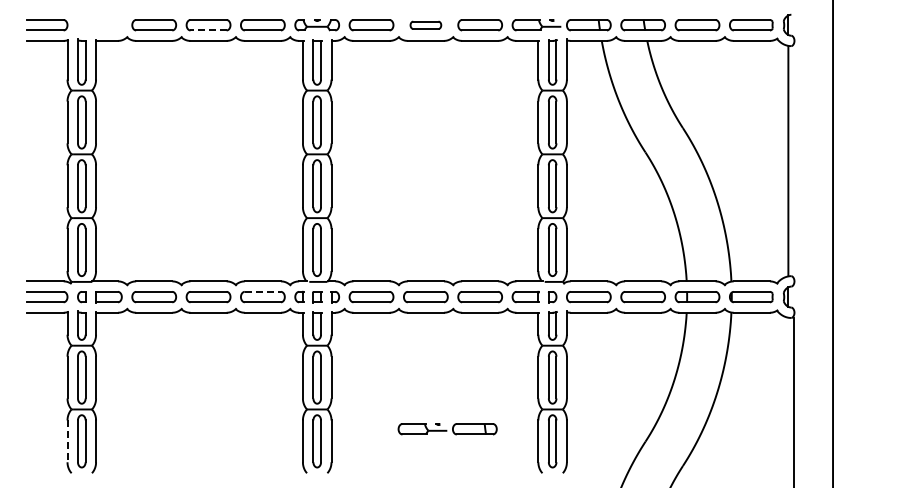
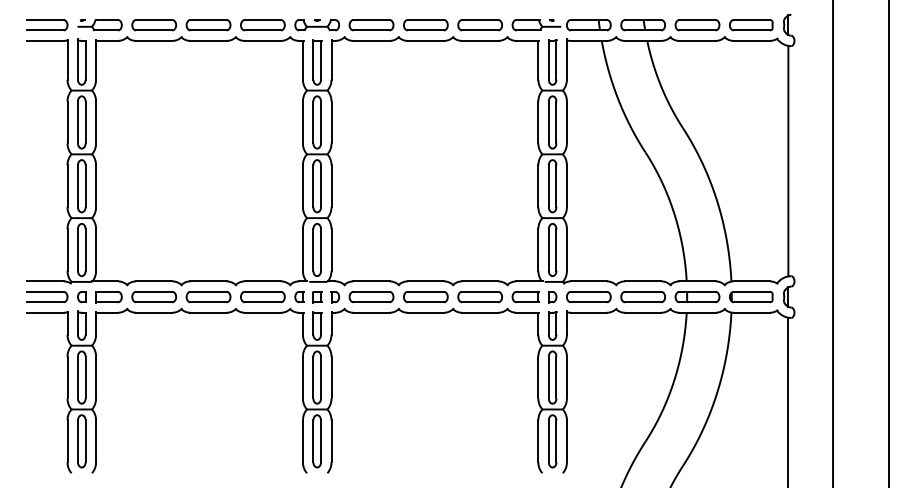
part at (425, 24) size: 34x10 px -> 46x13 px
part at (99, 25): none -> present
line at (208, 30): dashed -> solid
line at (888, 243): none -> present
line at (263, 291): dashed -> solid
line at (794, 400) position: (794, 400) -> (788, 400)
part at (447, 429): present -> none
line at (67, 441): dashed -> solid
